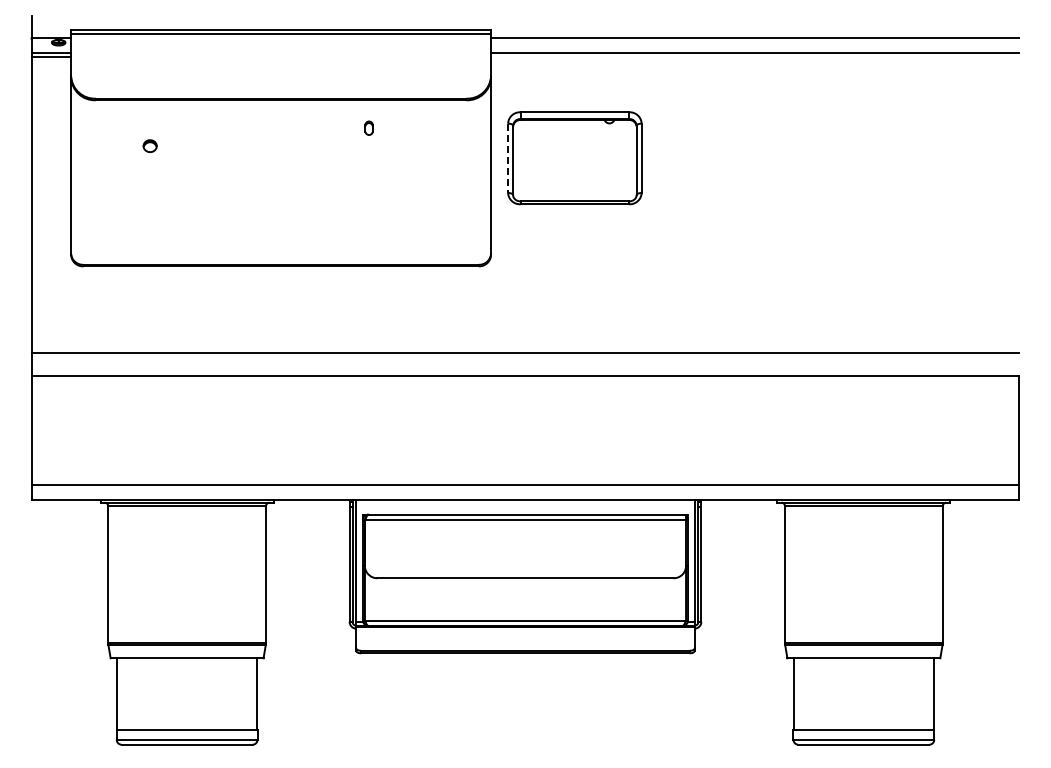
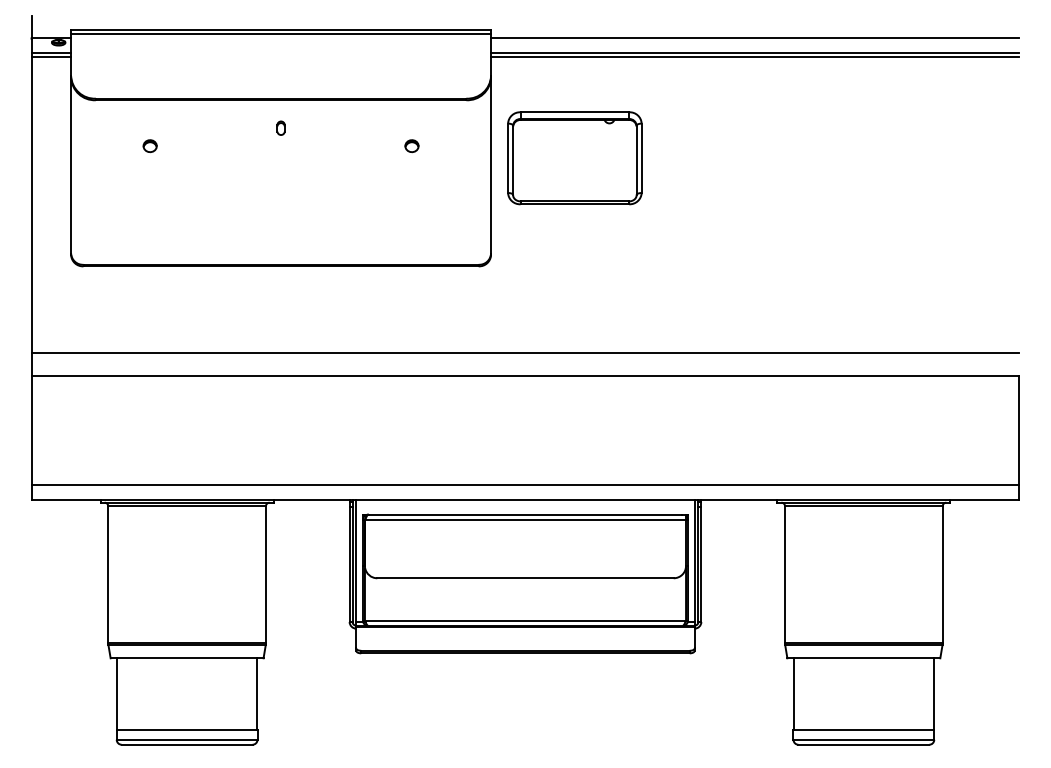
line at (755, 57): none -> present
part at (368, 127) position: (368, 127) -> (280, 127)
part at (411, 146): none -> present
line at (508, 158): dashed -> solid
